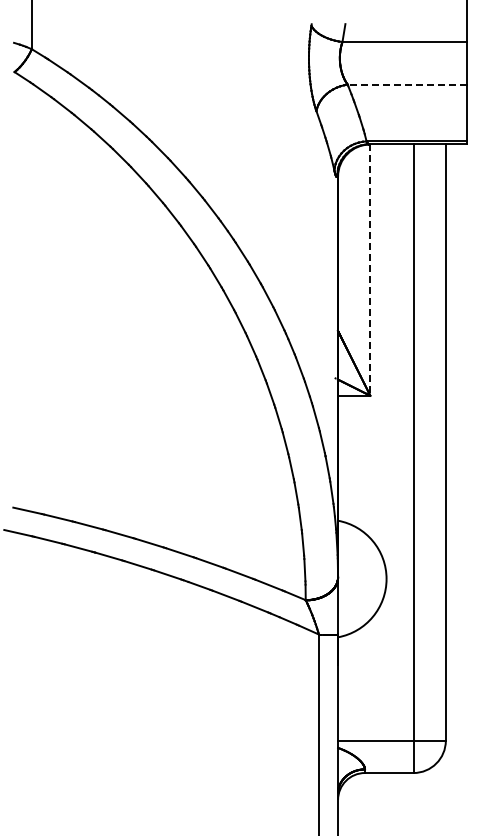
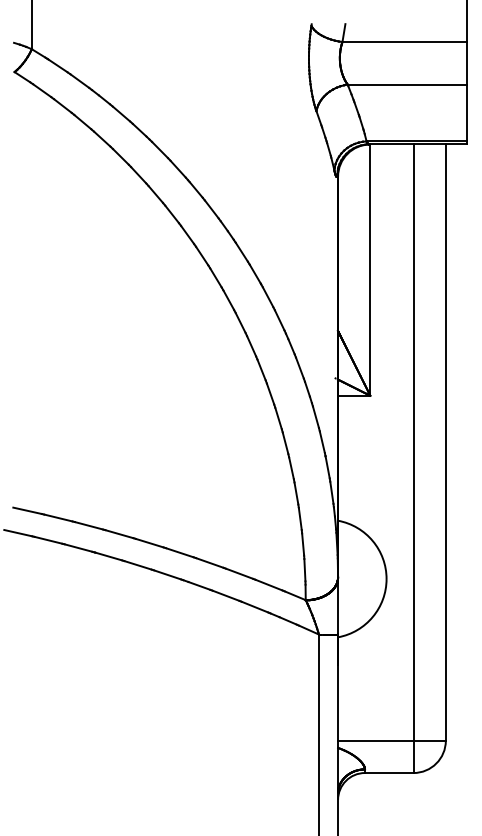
line at (407, 84): dashed -> solid
line at (370, 270): dashed -> solid
